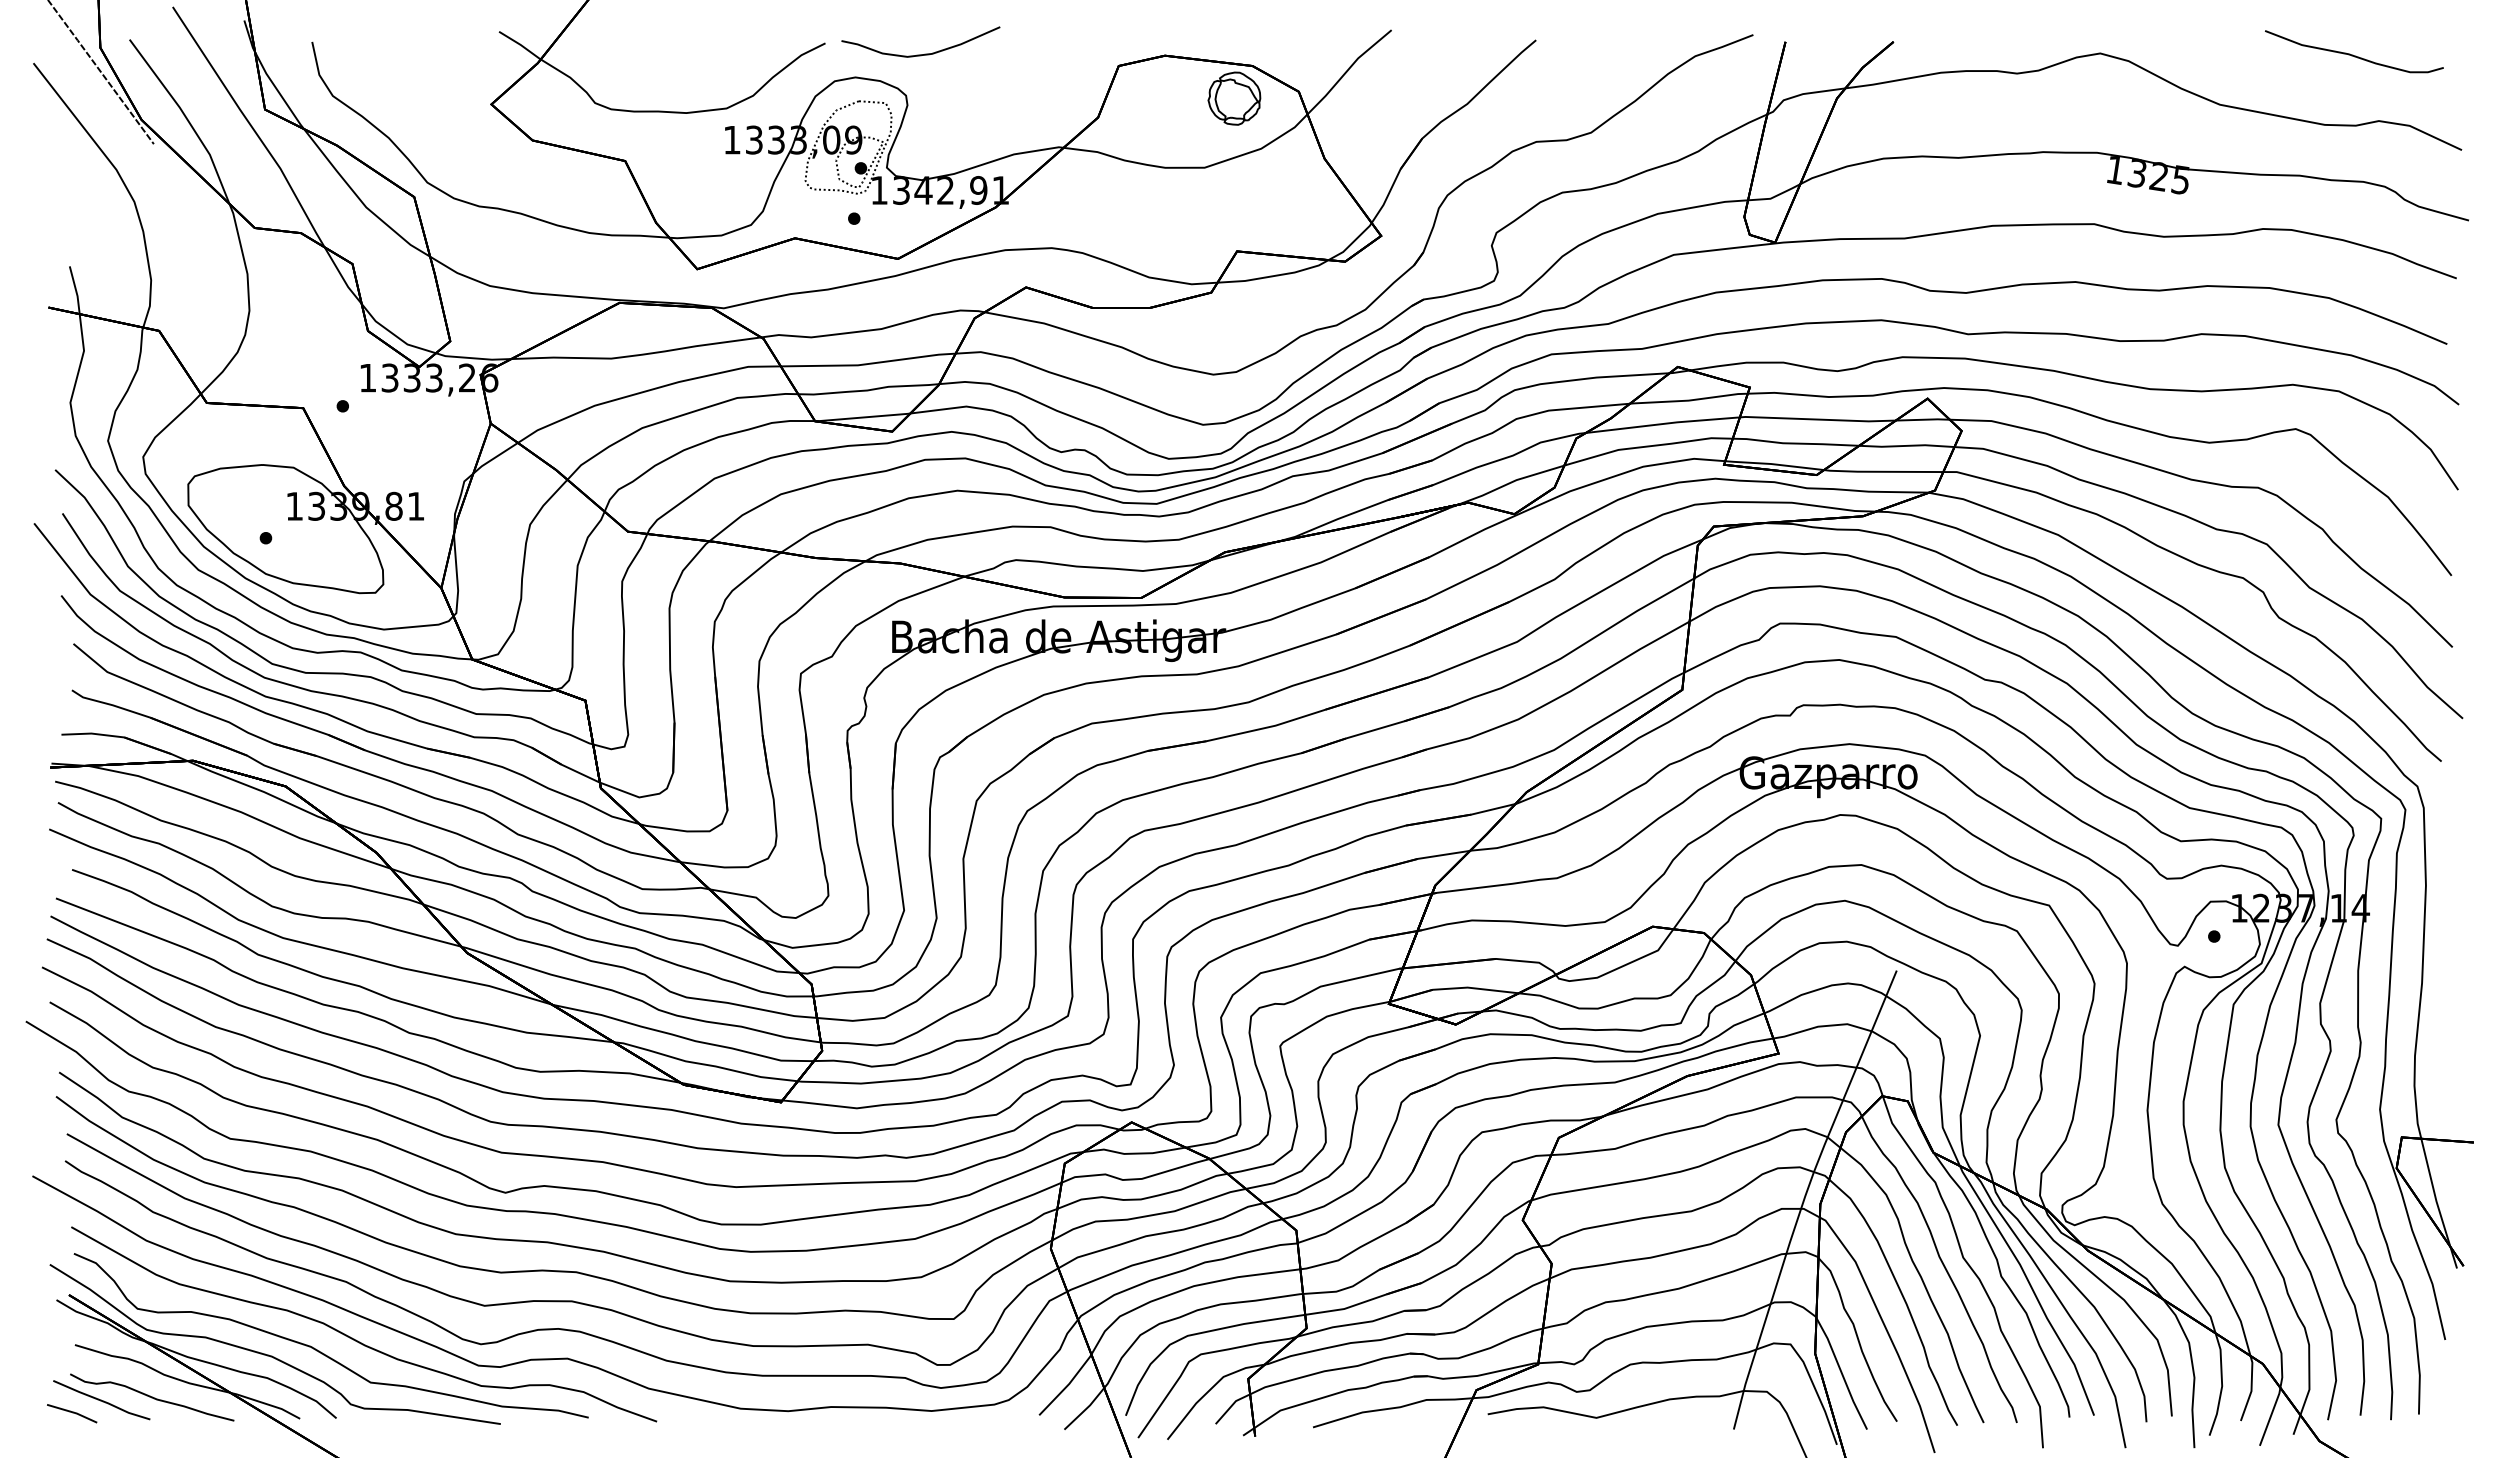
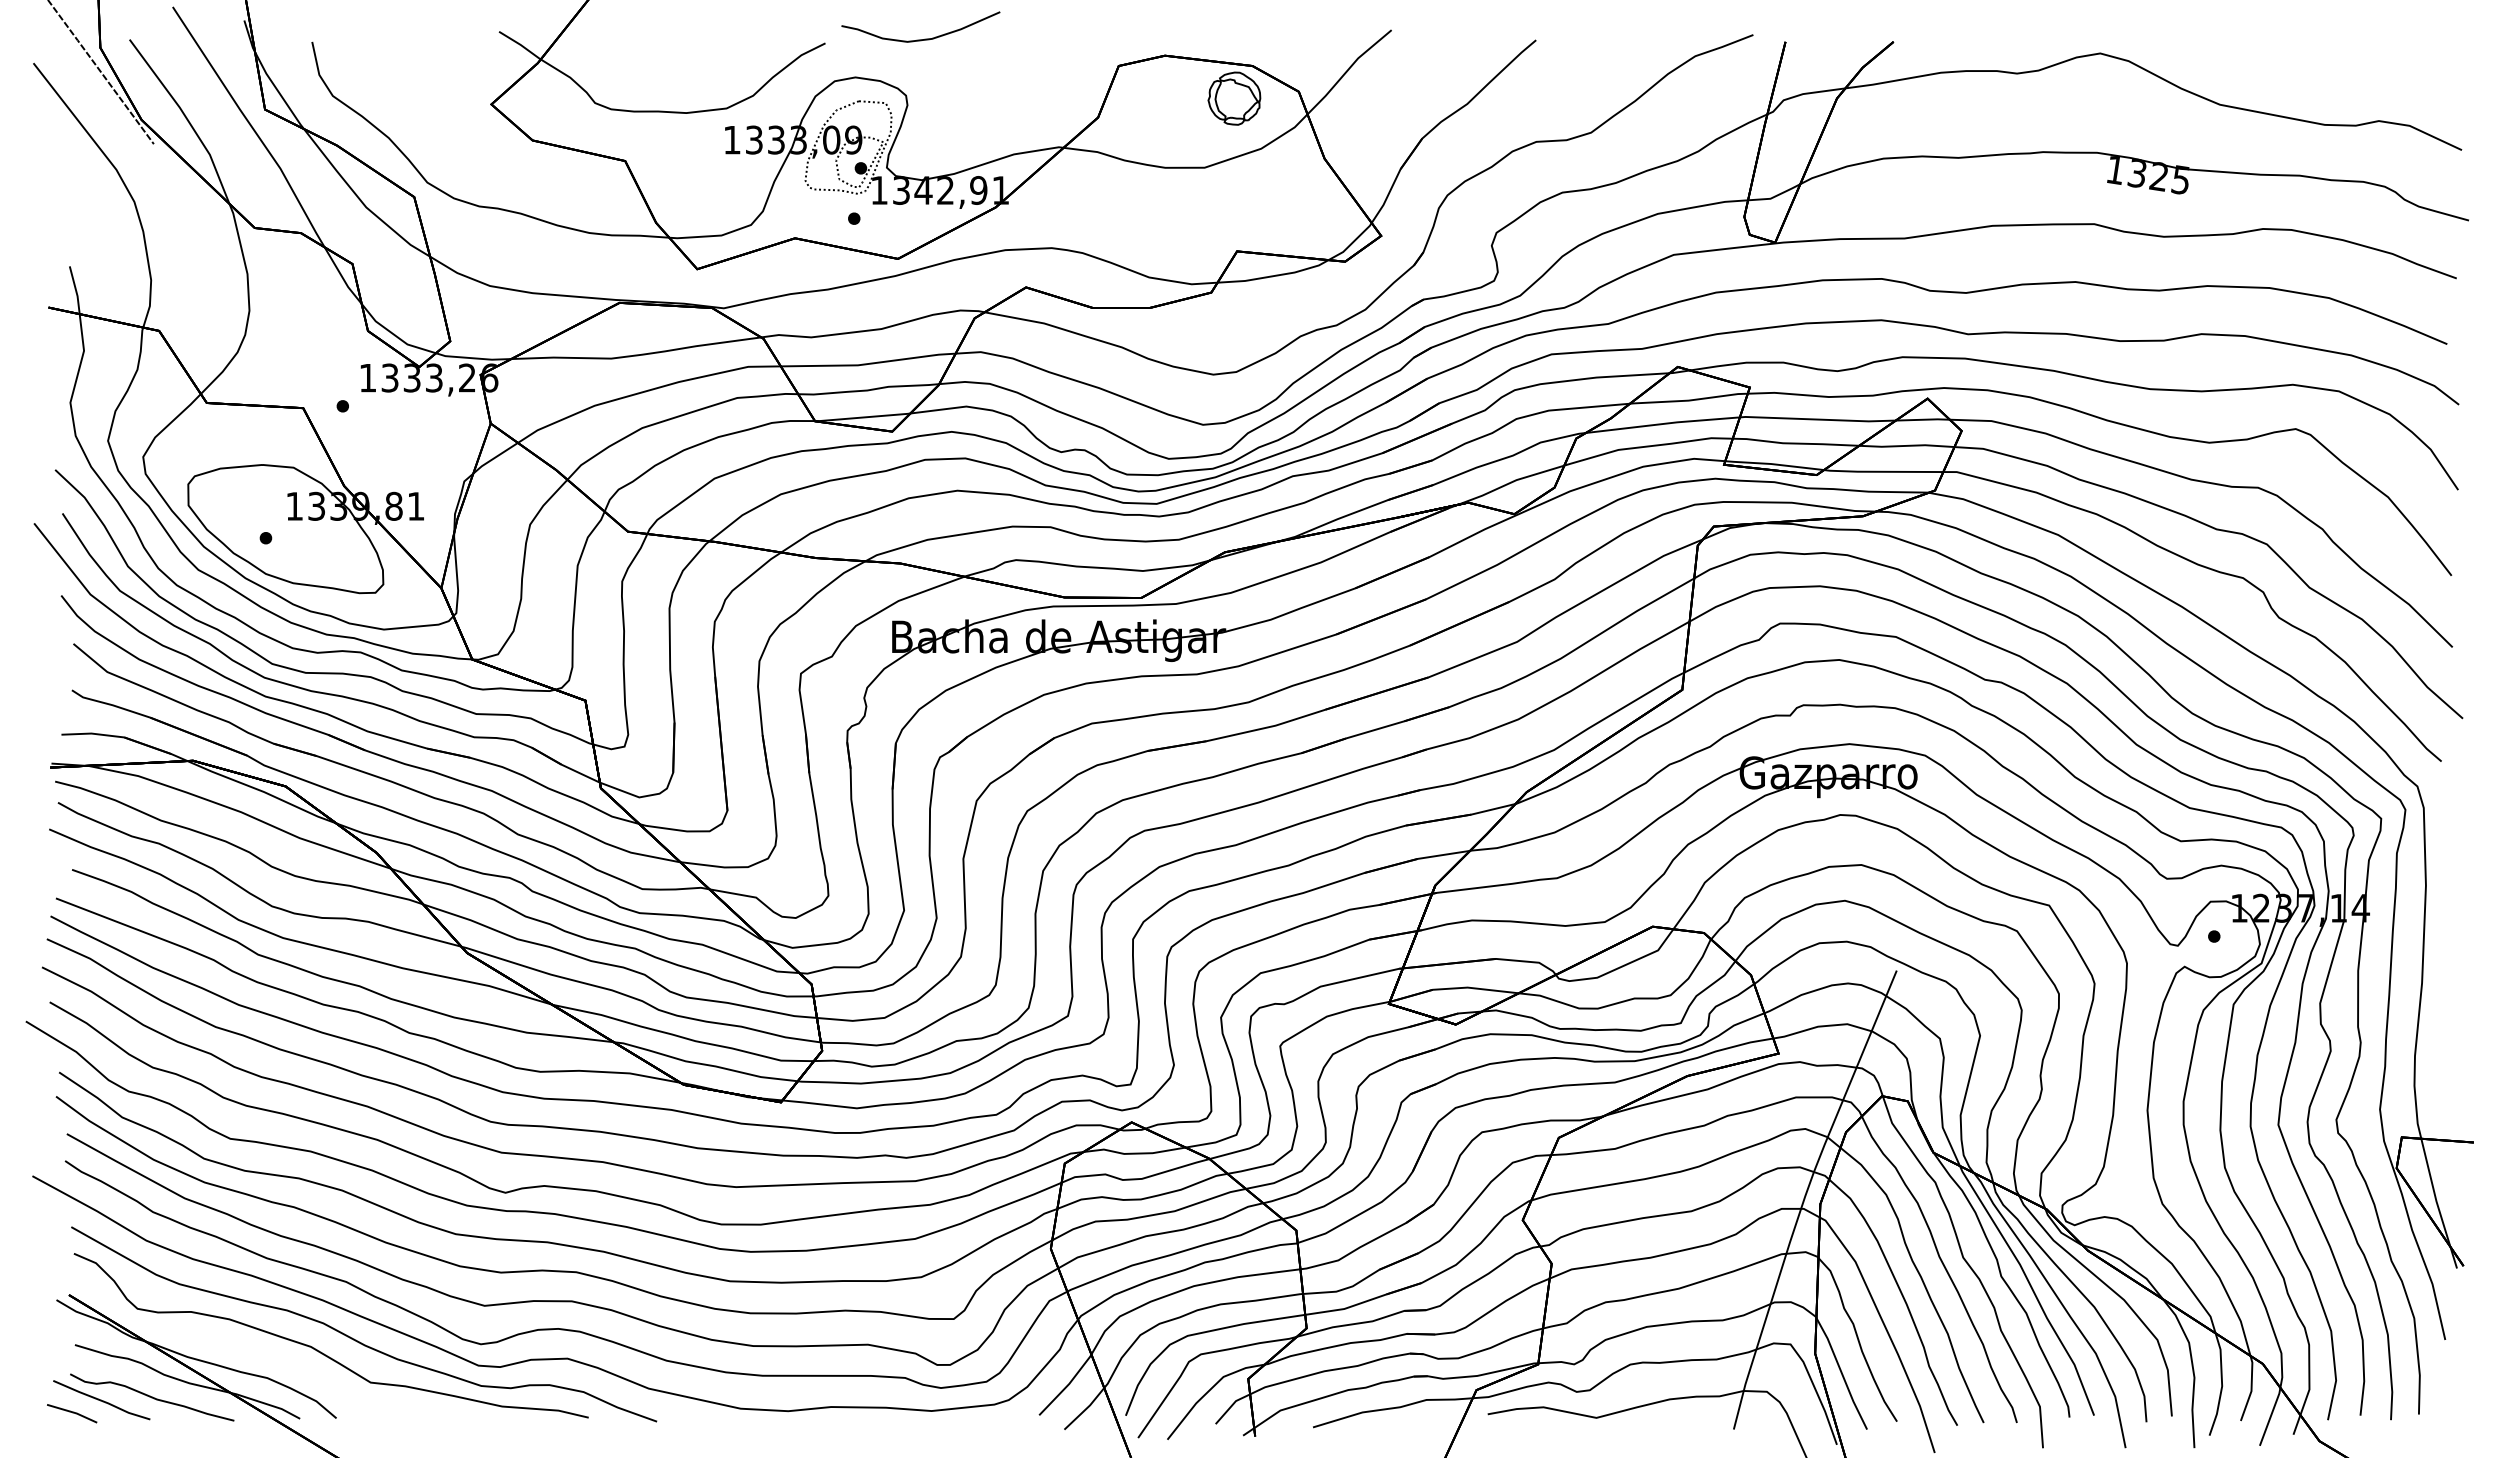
curve at (924, 53) position: (924, 53) -> (924, 38)
curve at (2353, 54): present -> none
curve at (272, 1355): present -> none
